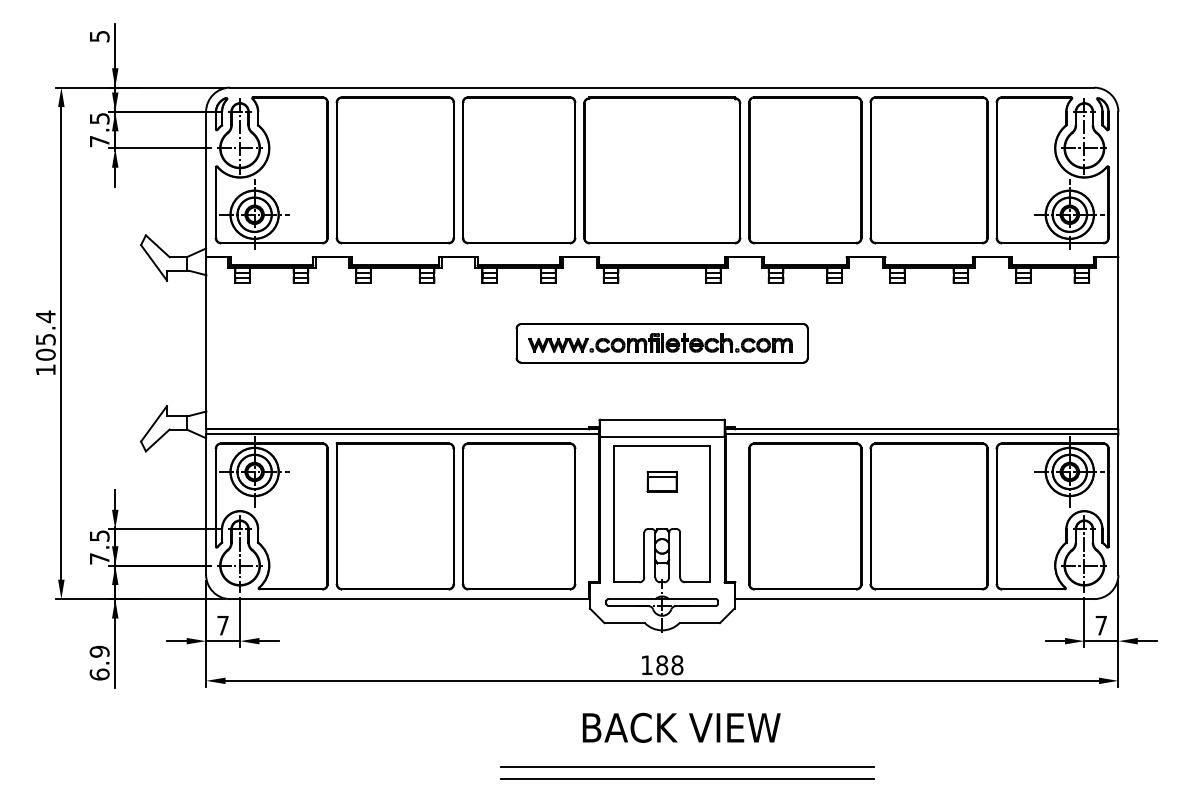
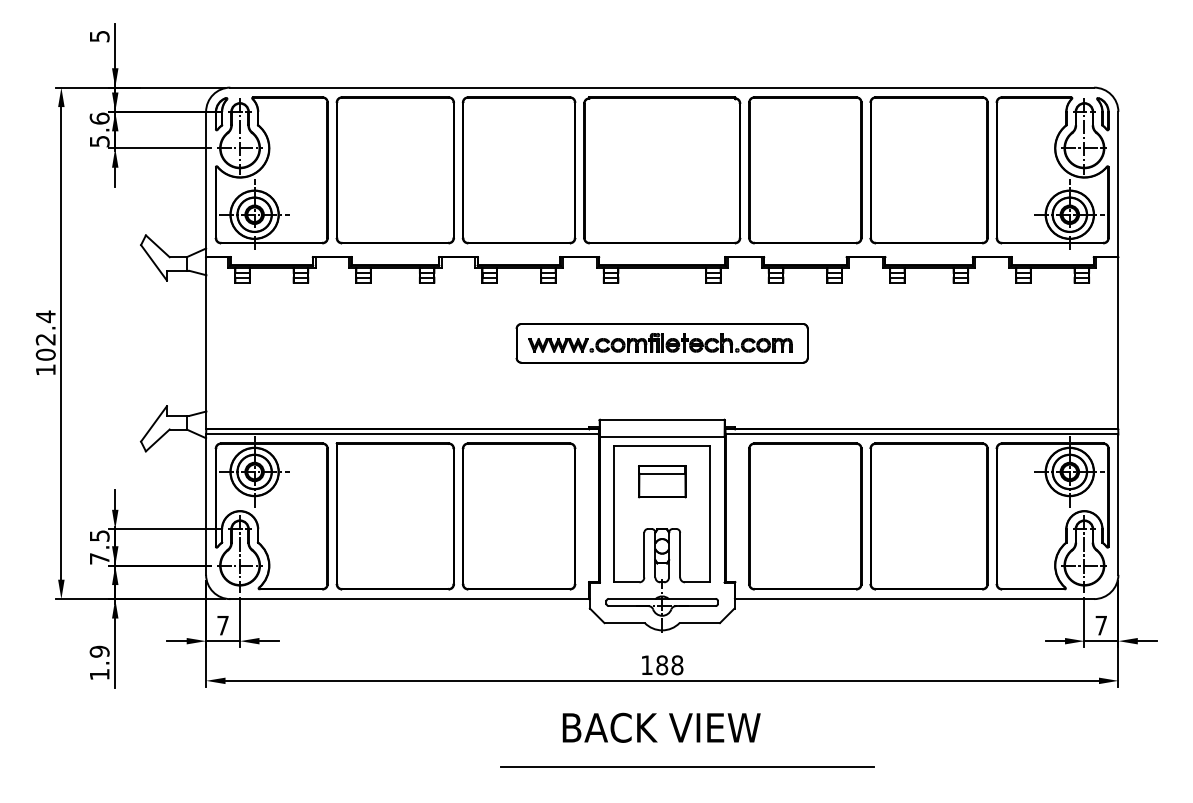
text at (99, 129): 7.5 -> 5.6
text at (45, 339): 105.4 -> 102.4
part at (661, 481) size: 32x22 px -> 49x34 px
text at (99, 674): 6.9 -> 1.9
text at (681, 727) position: (681, 727) -> (661, 727)
line at (687, 778): present -> none
